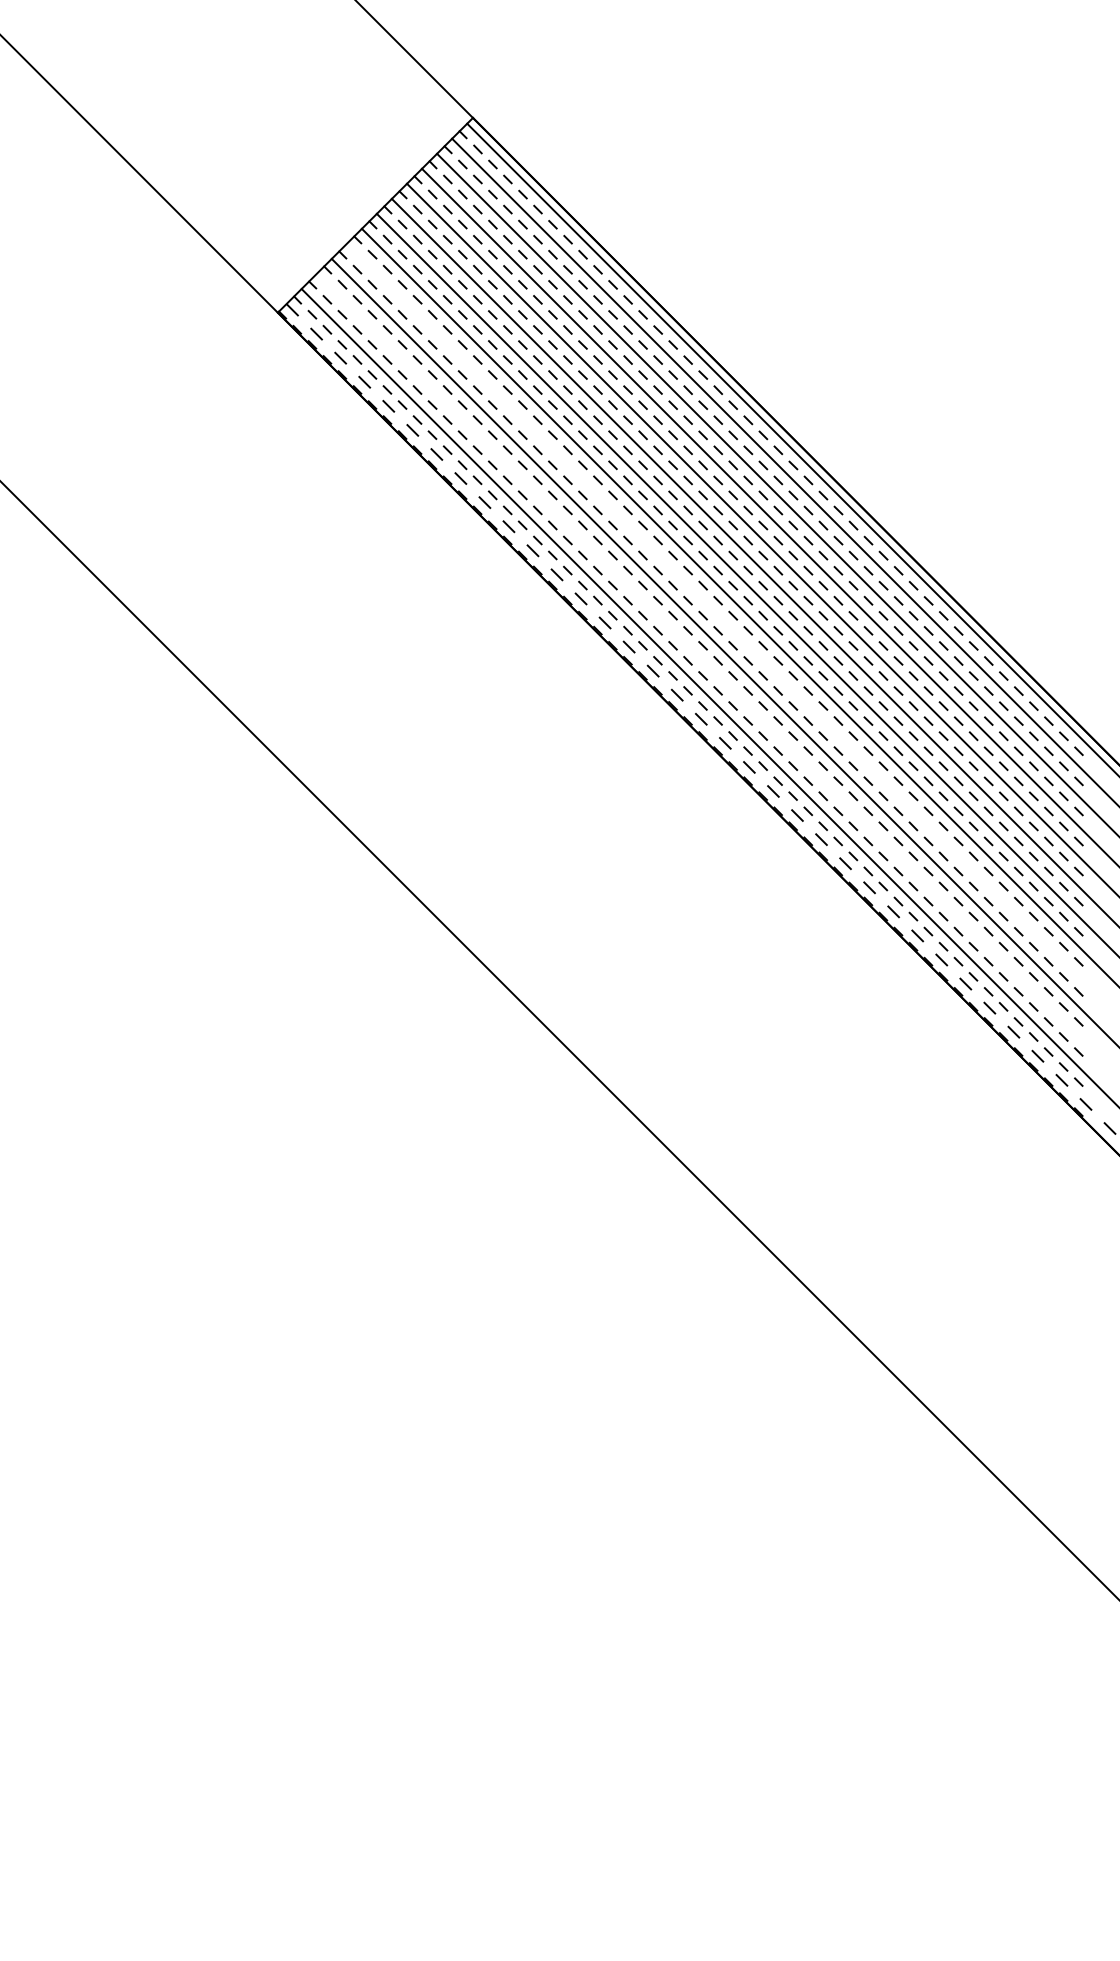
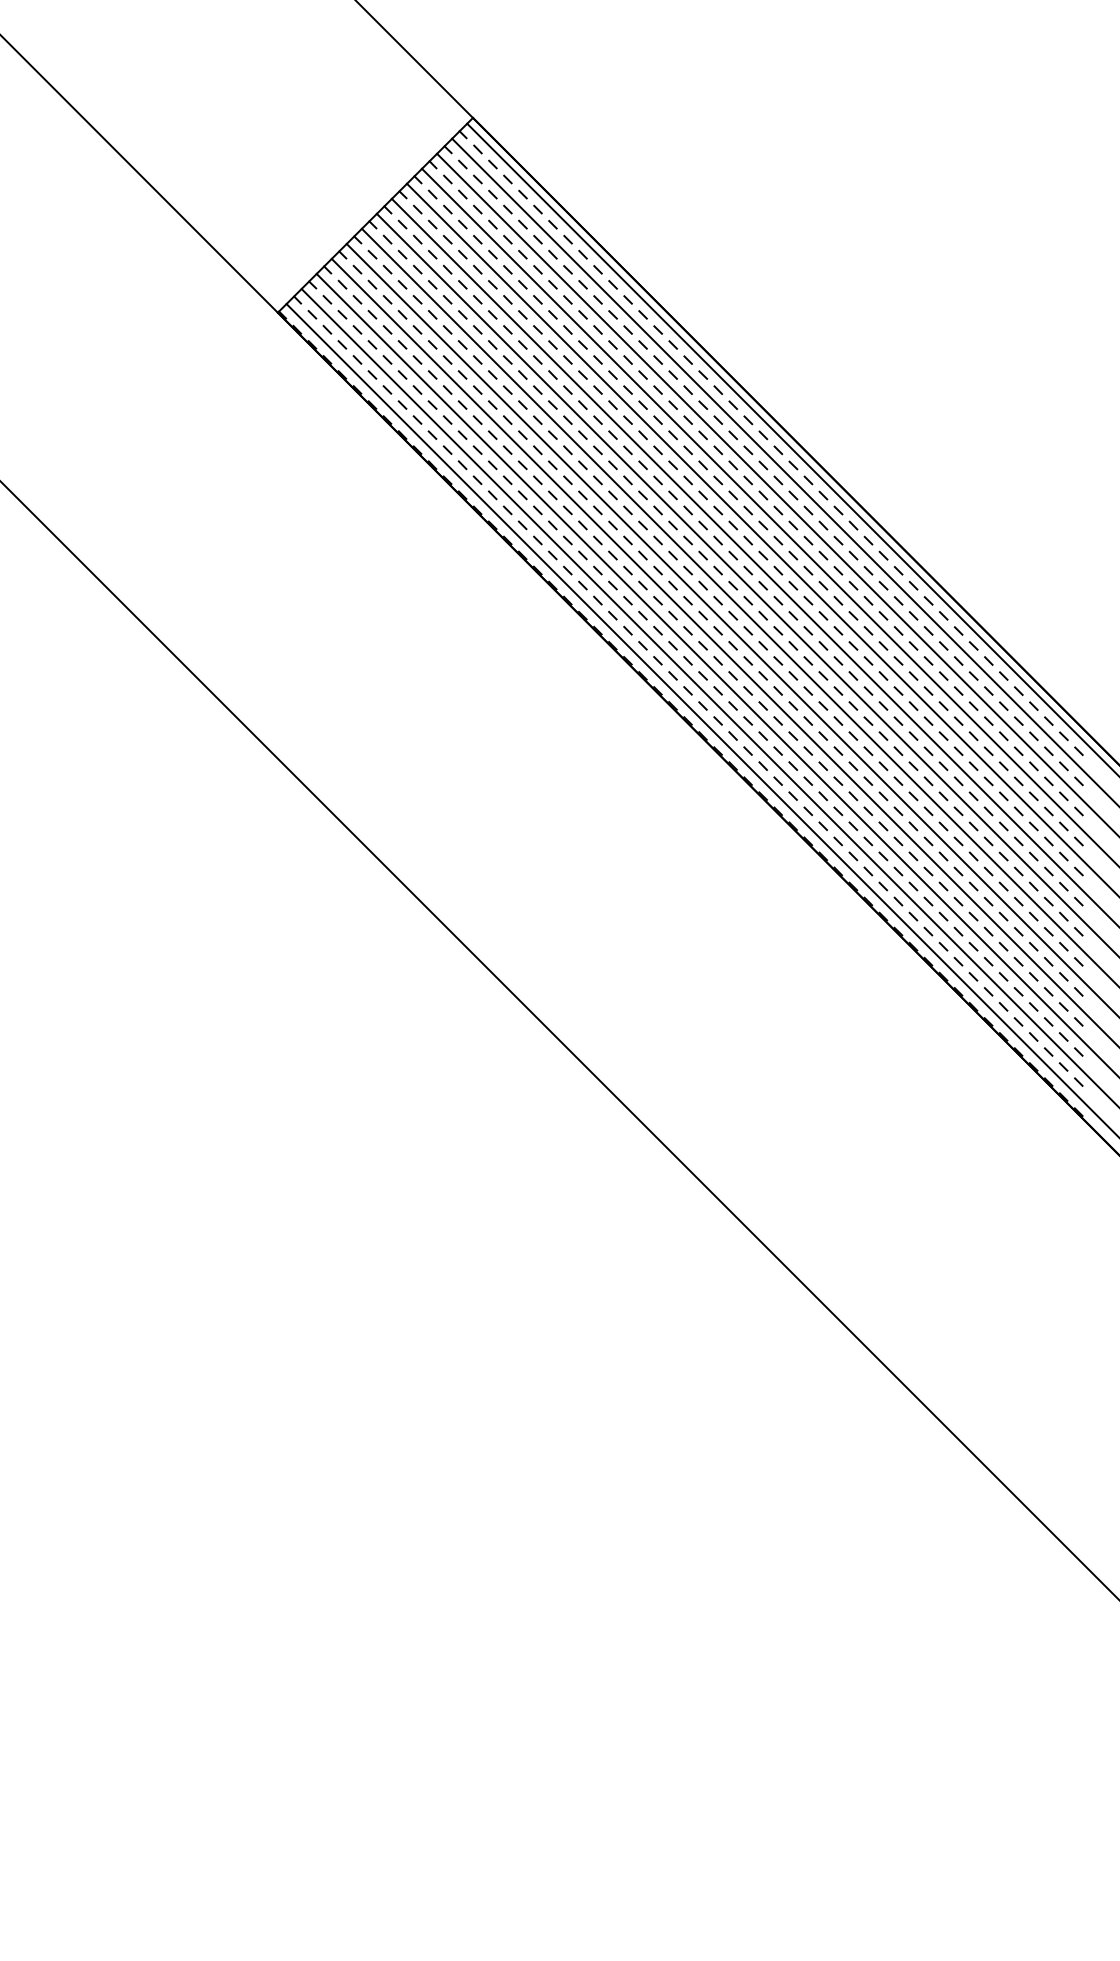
line at (731, 628): none -> present
line at (716, 673): none -> present
line at (703, 721): dashed -> solid
